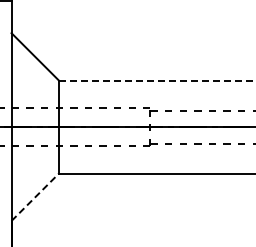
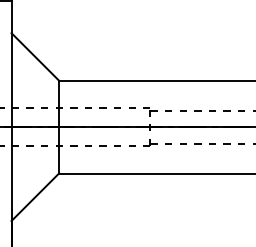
line at (157, 80): dashed -> solid
line at (35, 196): dashed -> solid
